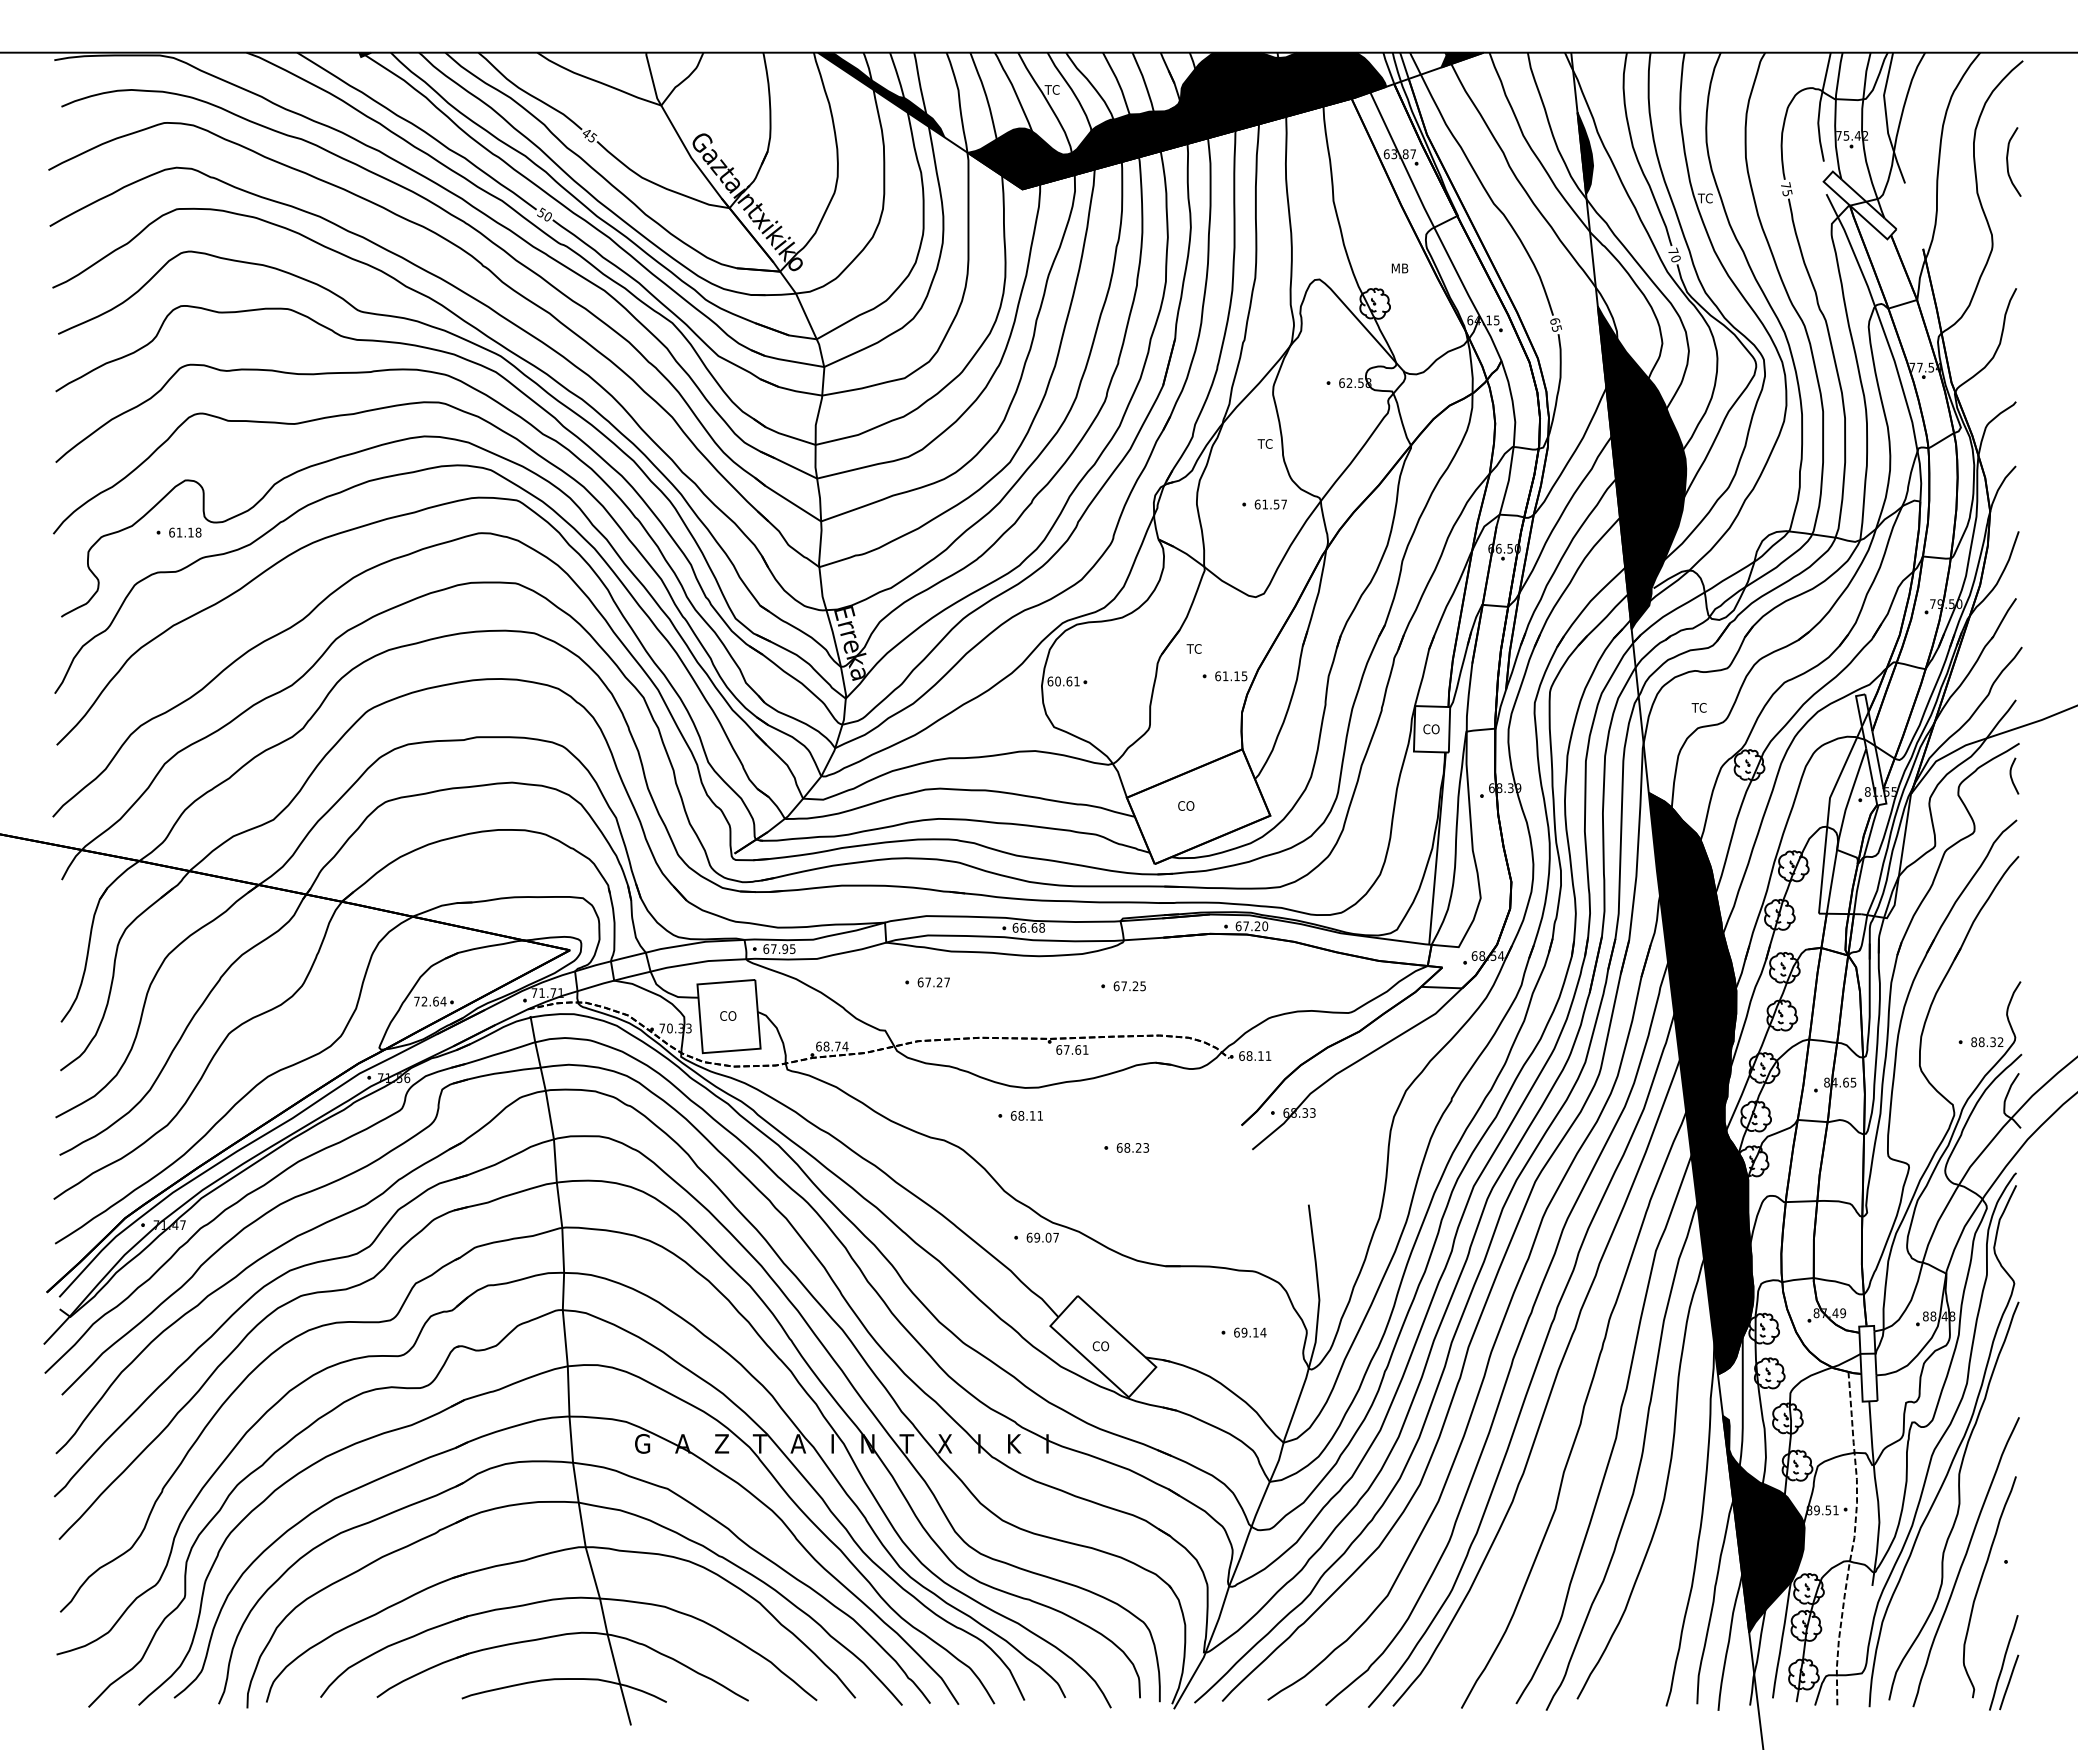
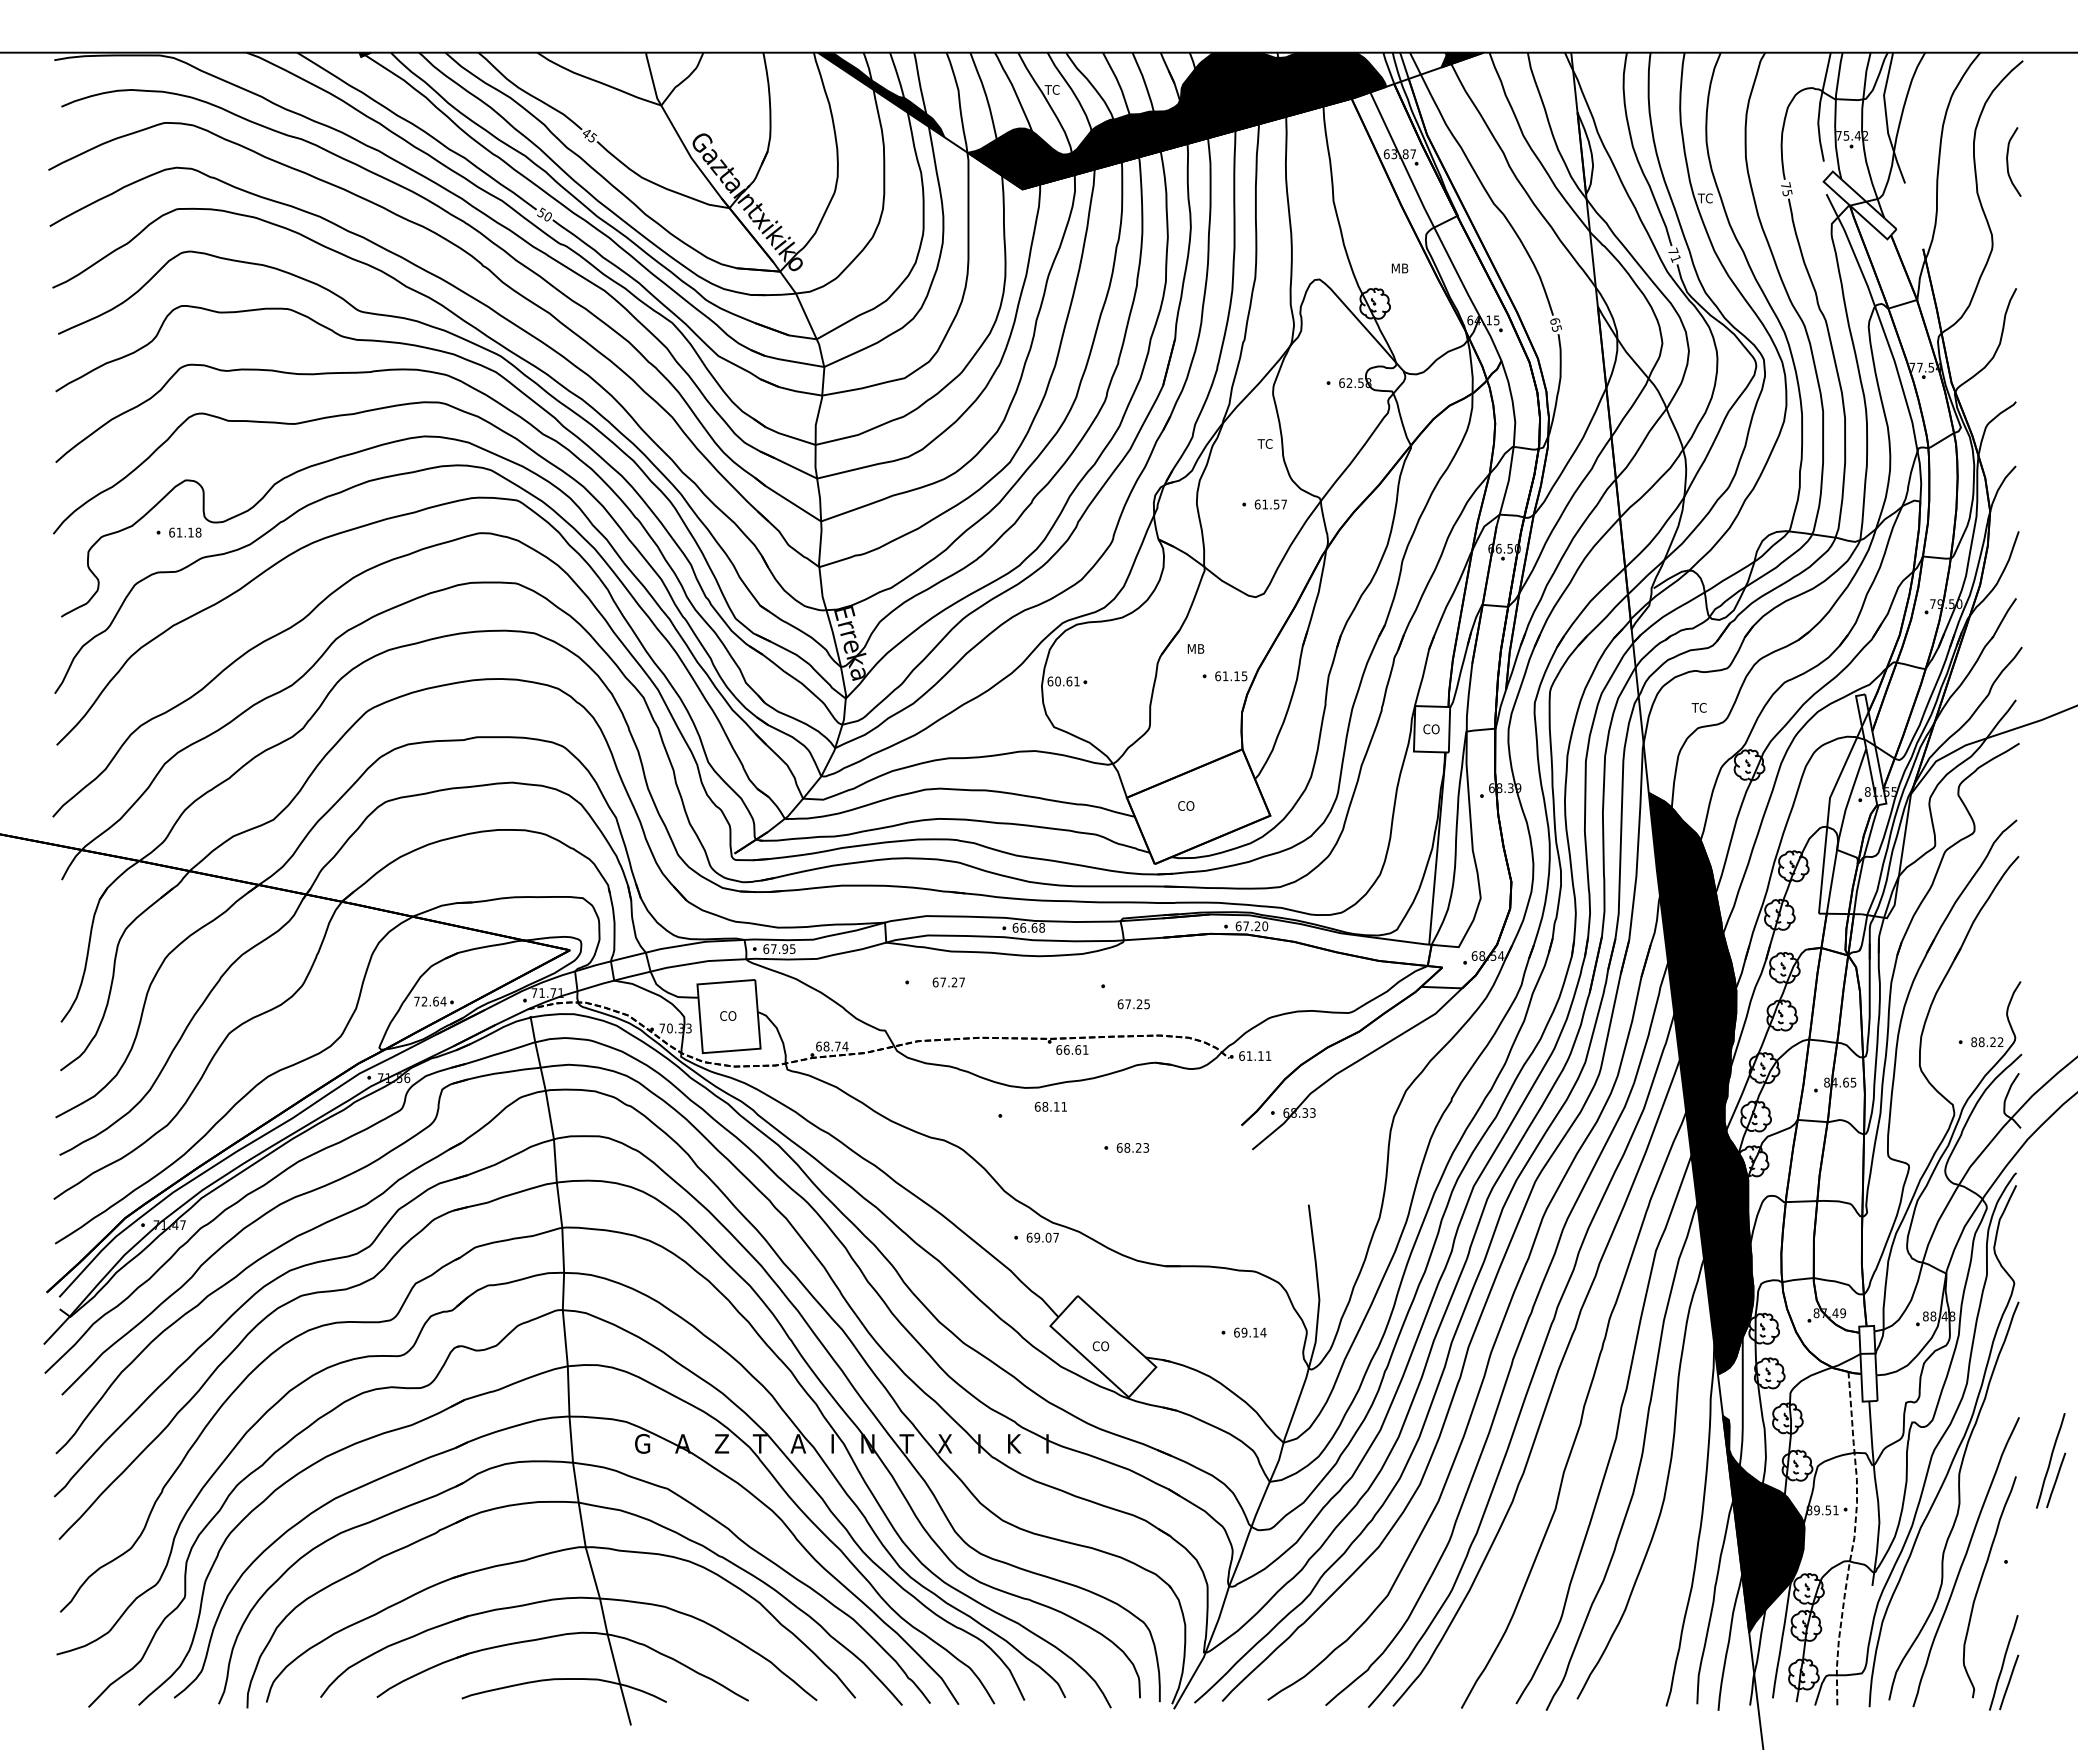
fill at (1585, 153): present -> none
text at (1675, 258): 70 -> 71
fill at (1641, 467): present -> none
text at (1195, 648): TC -> MB
curve at (2012, 777): present -> none
text at (933, 982) position: (933, 982) -> (948, 982)
text at (1129, 986) position: (1129, 986) -> (1133, 1004)
text at (1992, 1042): 88.32 -> 88.22
text at (1066, 1049): 67.61 -> 66.61
text at (1249, 1055): 68.11 -> 61.11
text at (1026, 1115) position: (1026, 1115) -> (1050, 1106)
part at (2051, 1460): none -> present
